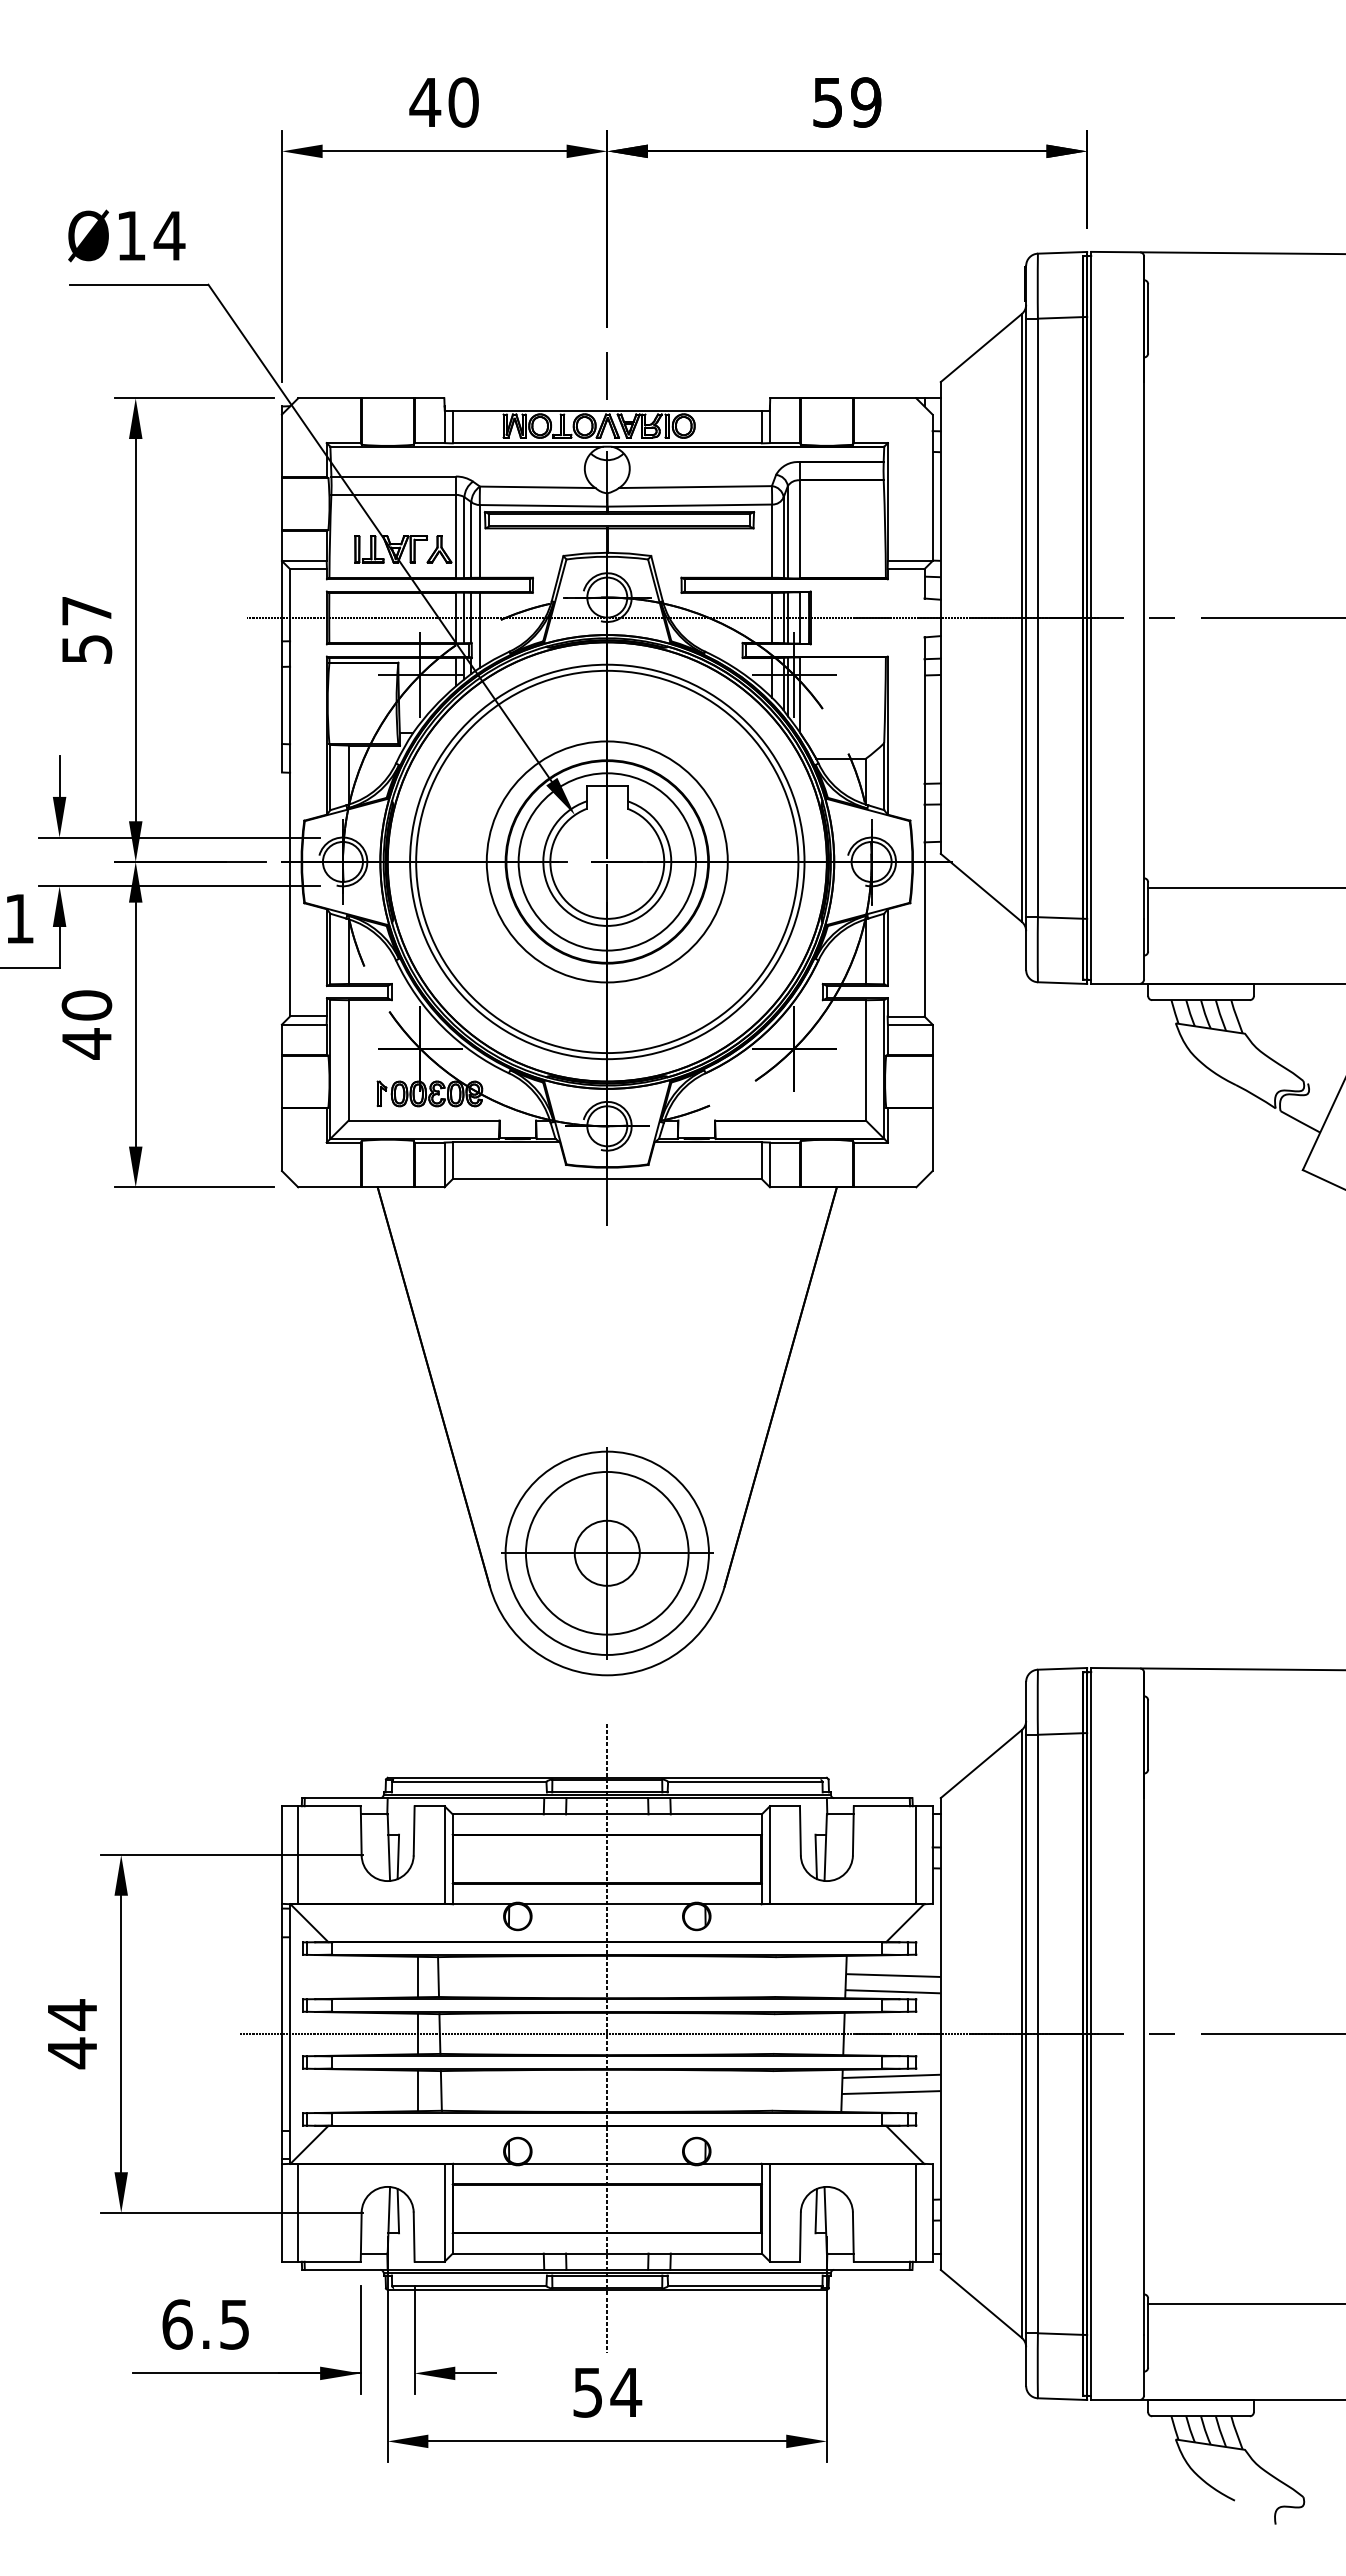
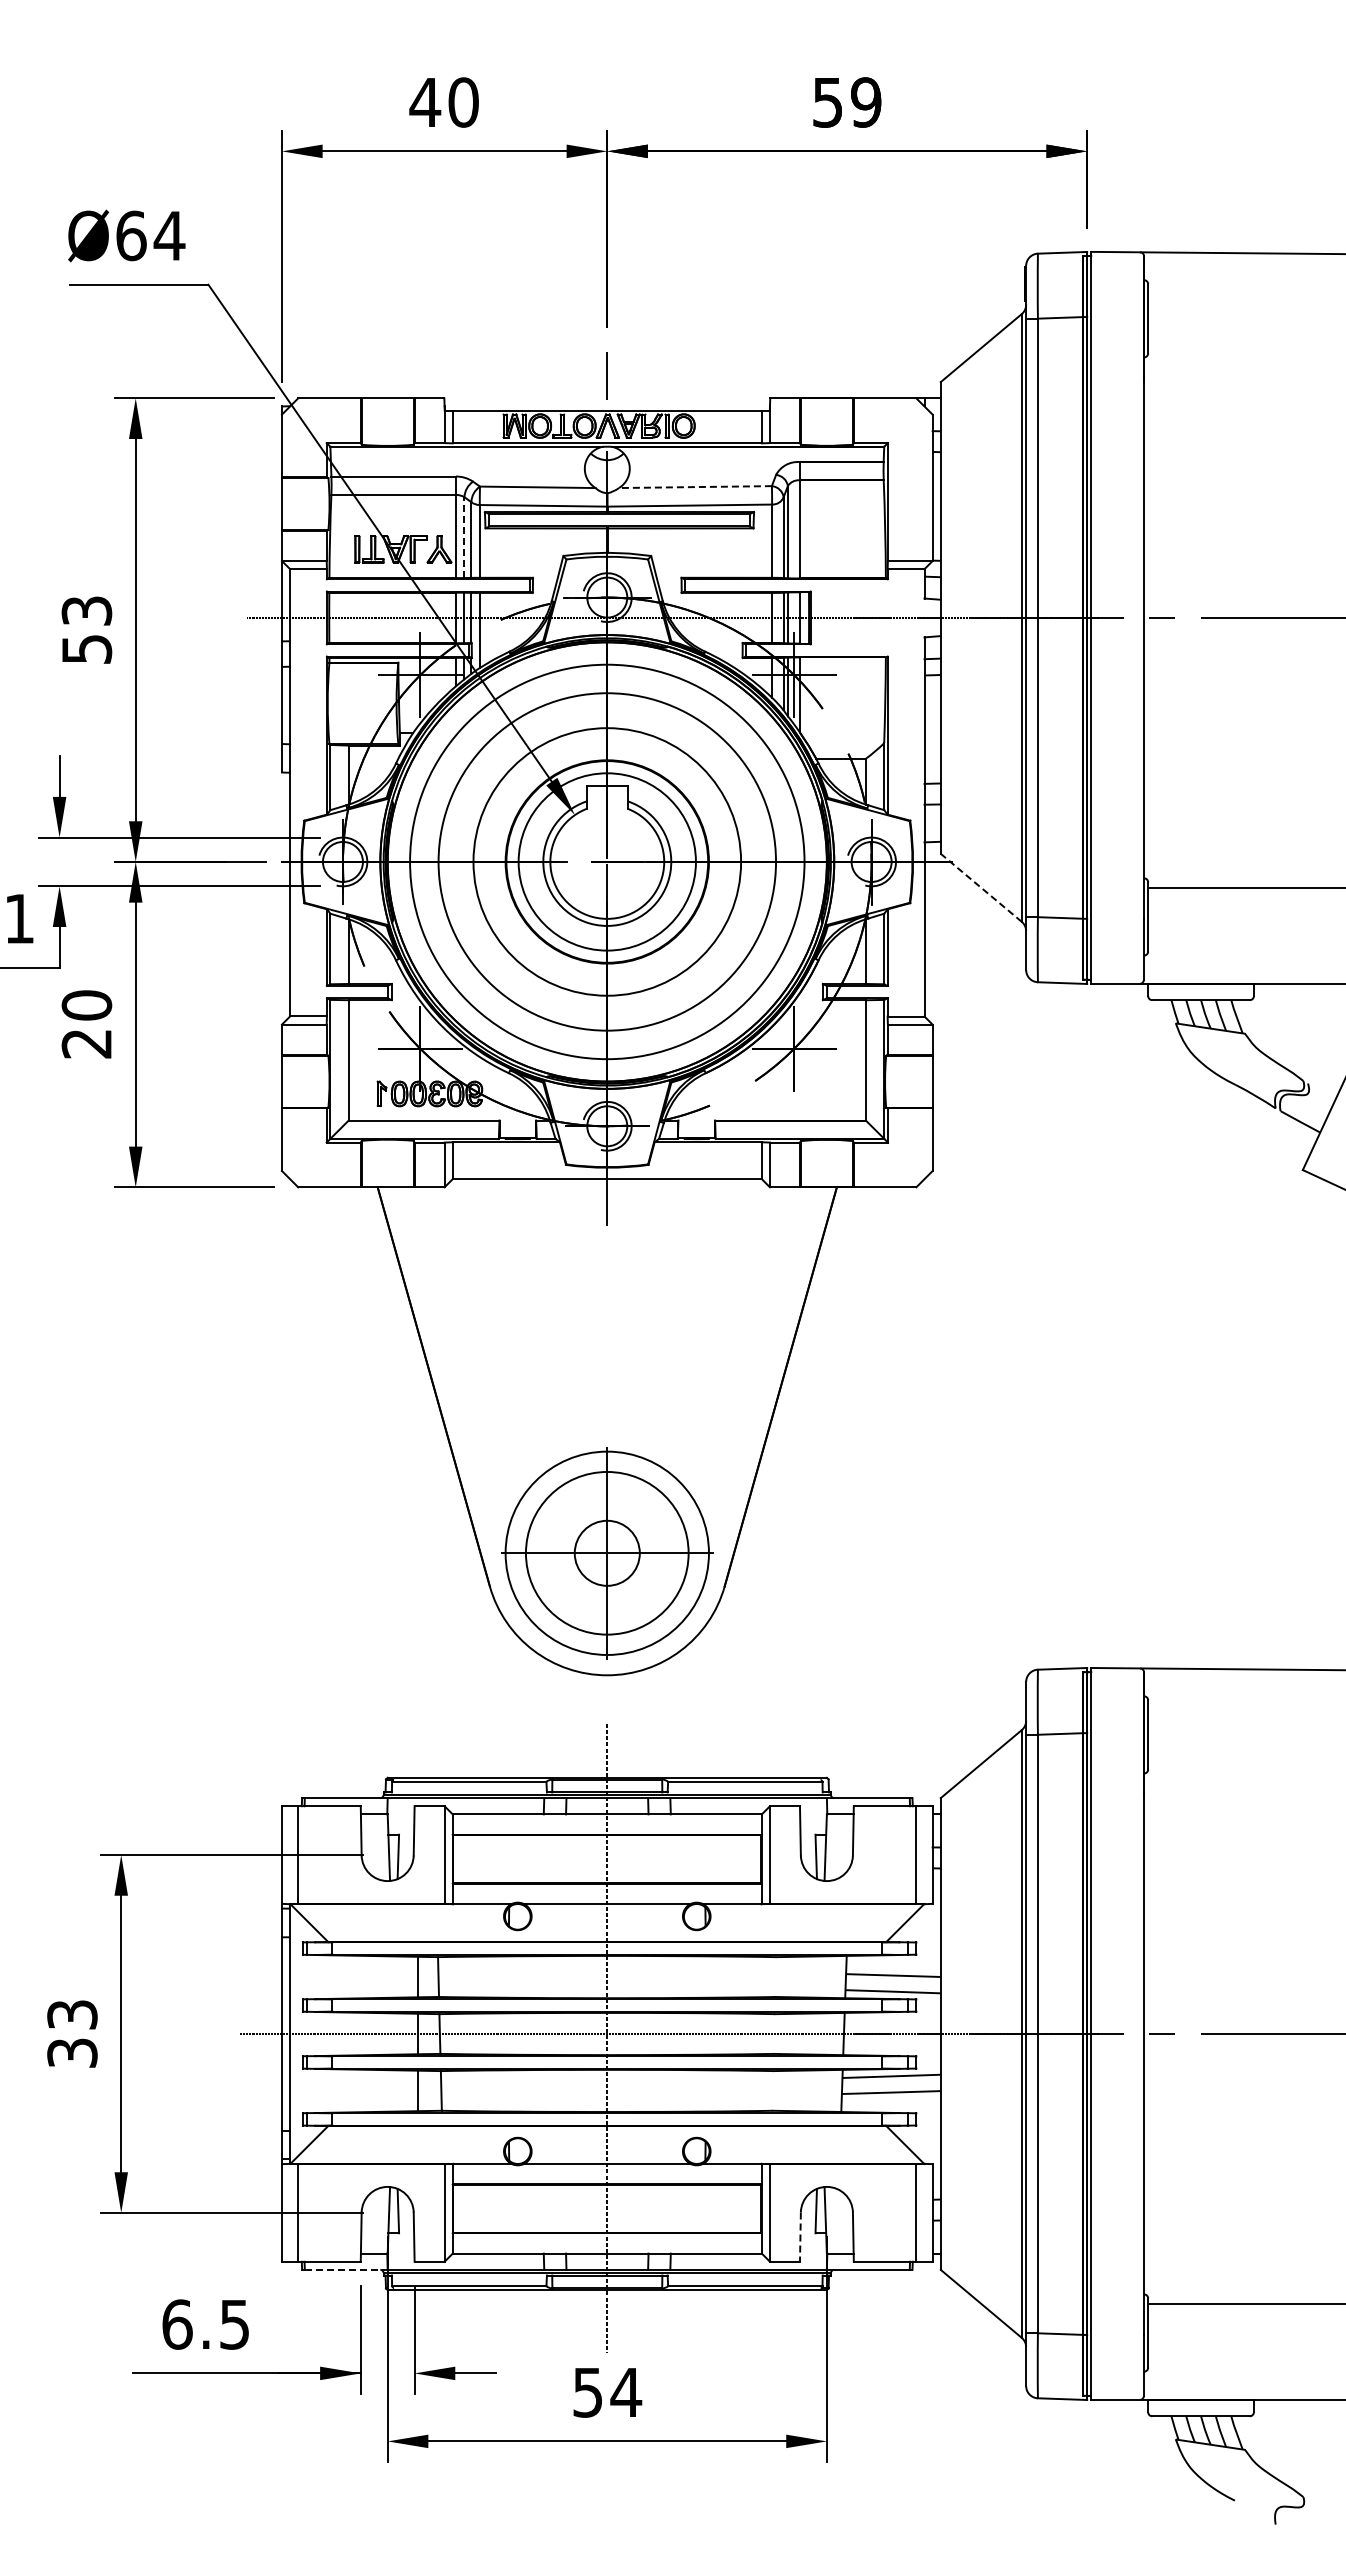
text at (131, 235): Ø14 -> Ø64
line at (694, 487): solid -> dashed
line at (464, 537): solid -> dashed
text at (86, 610): 57 -> 53
circle at (606, 861) diameter: 241 px -> 337 px
circle at (607, 861) diameter: 382 px -> 268 px
line at (981, 887): solid -> dashed
text at (86, 1043): 40 -> 20
text at (72, 2034): 44 -> 33
line at (800, 2237): solid -> dashed
line at (346, 2269): solid -> dashed
